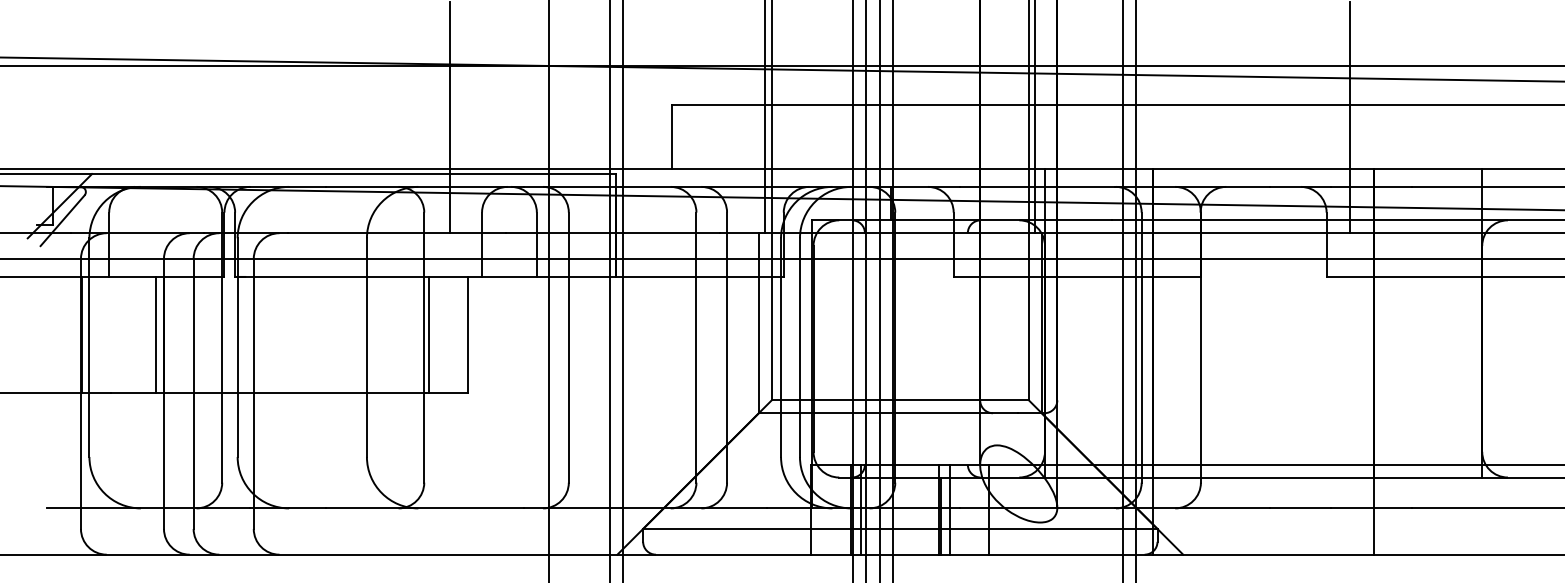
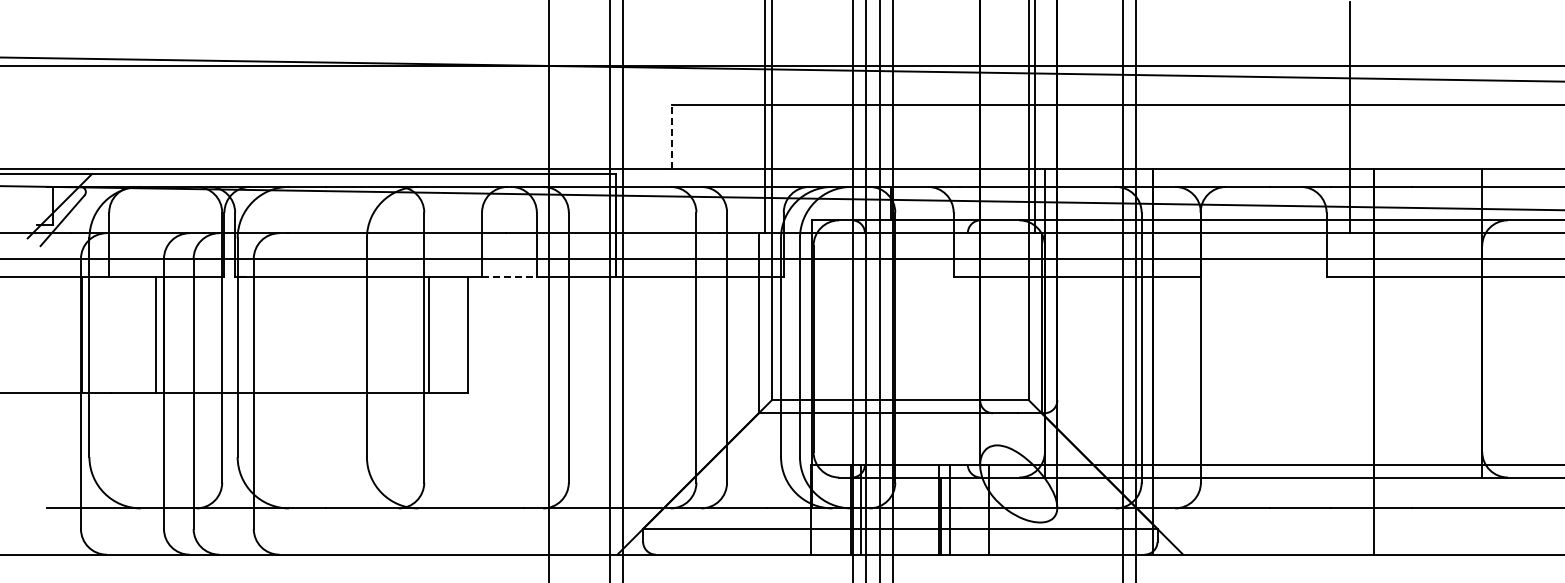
line at (450, 117): present -> none
line at (672, 136): solid -> dashed
line at (509, 276): solid -> dashed
